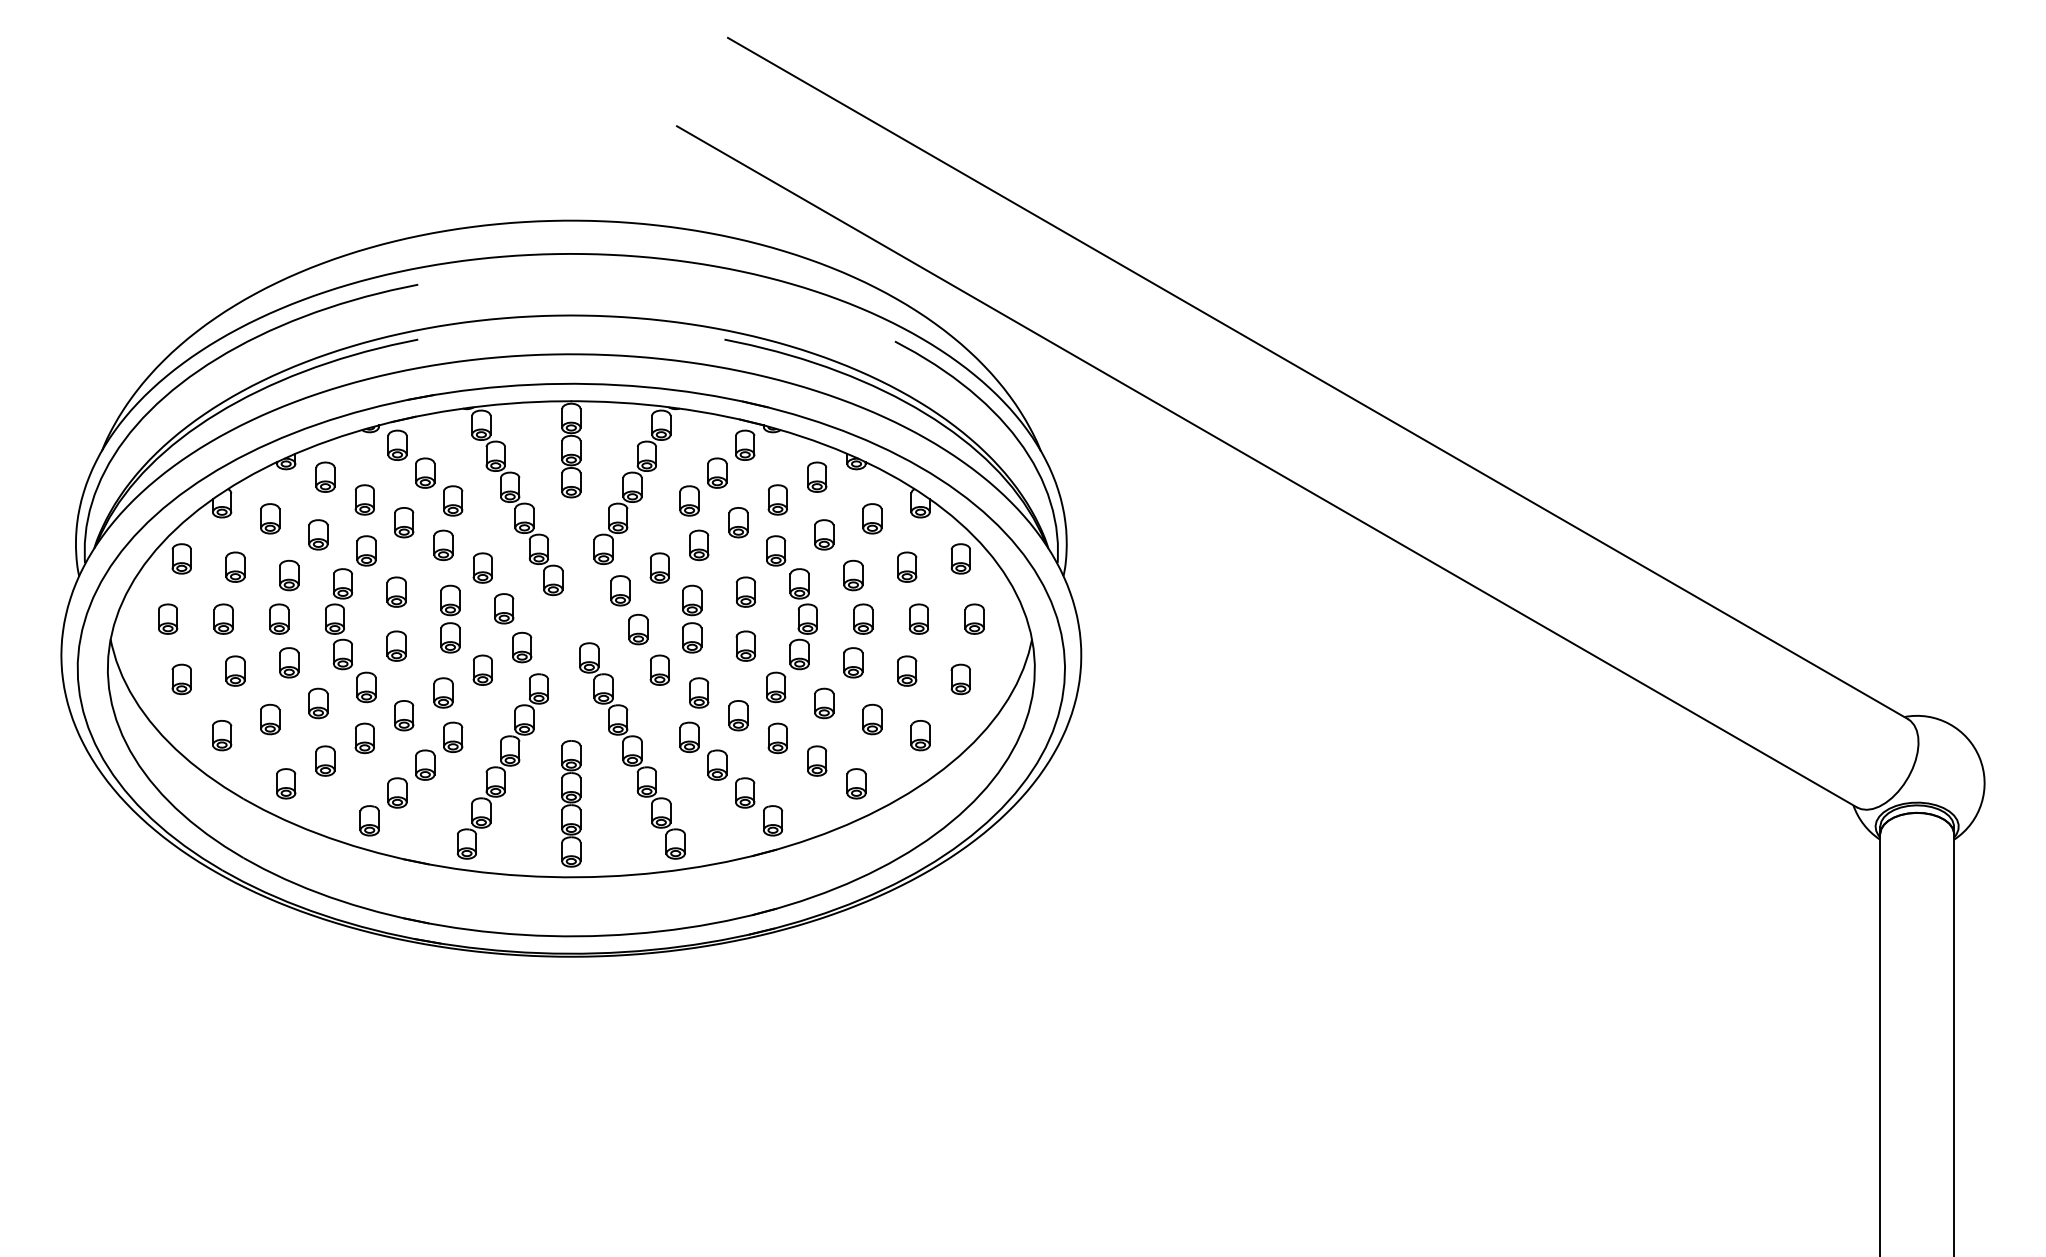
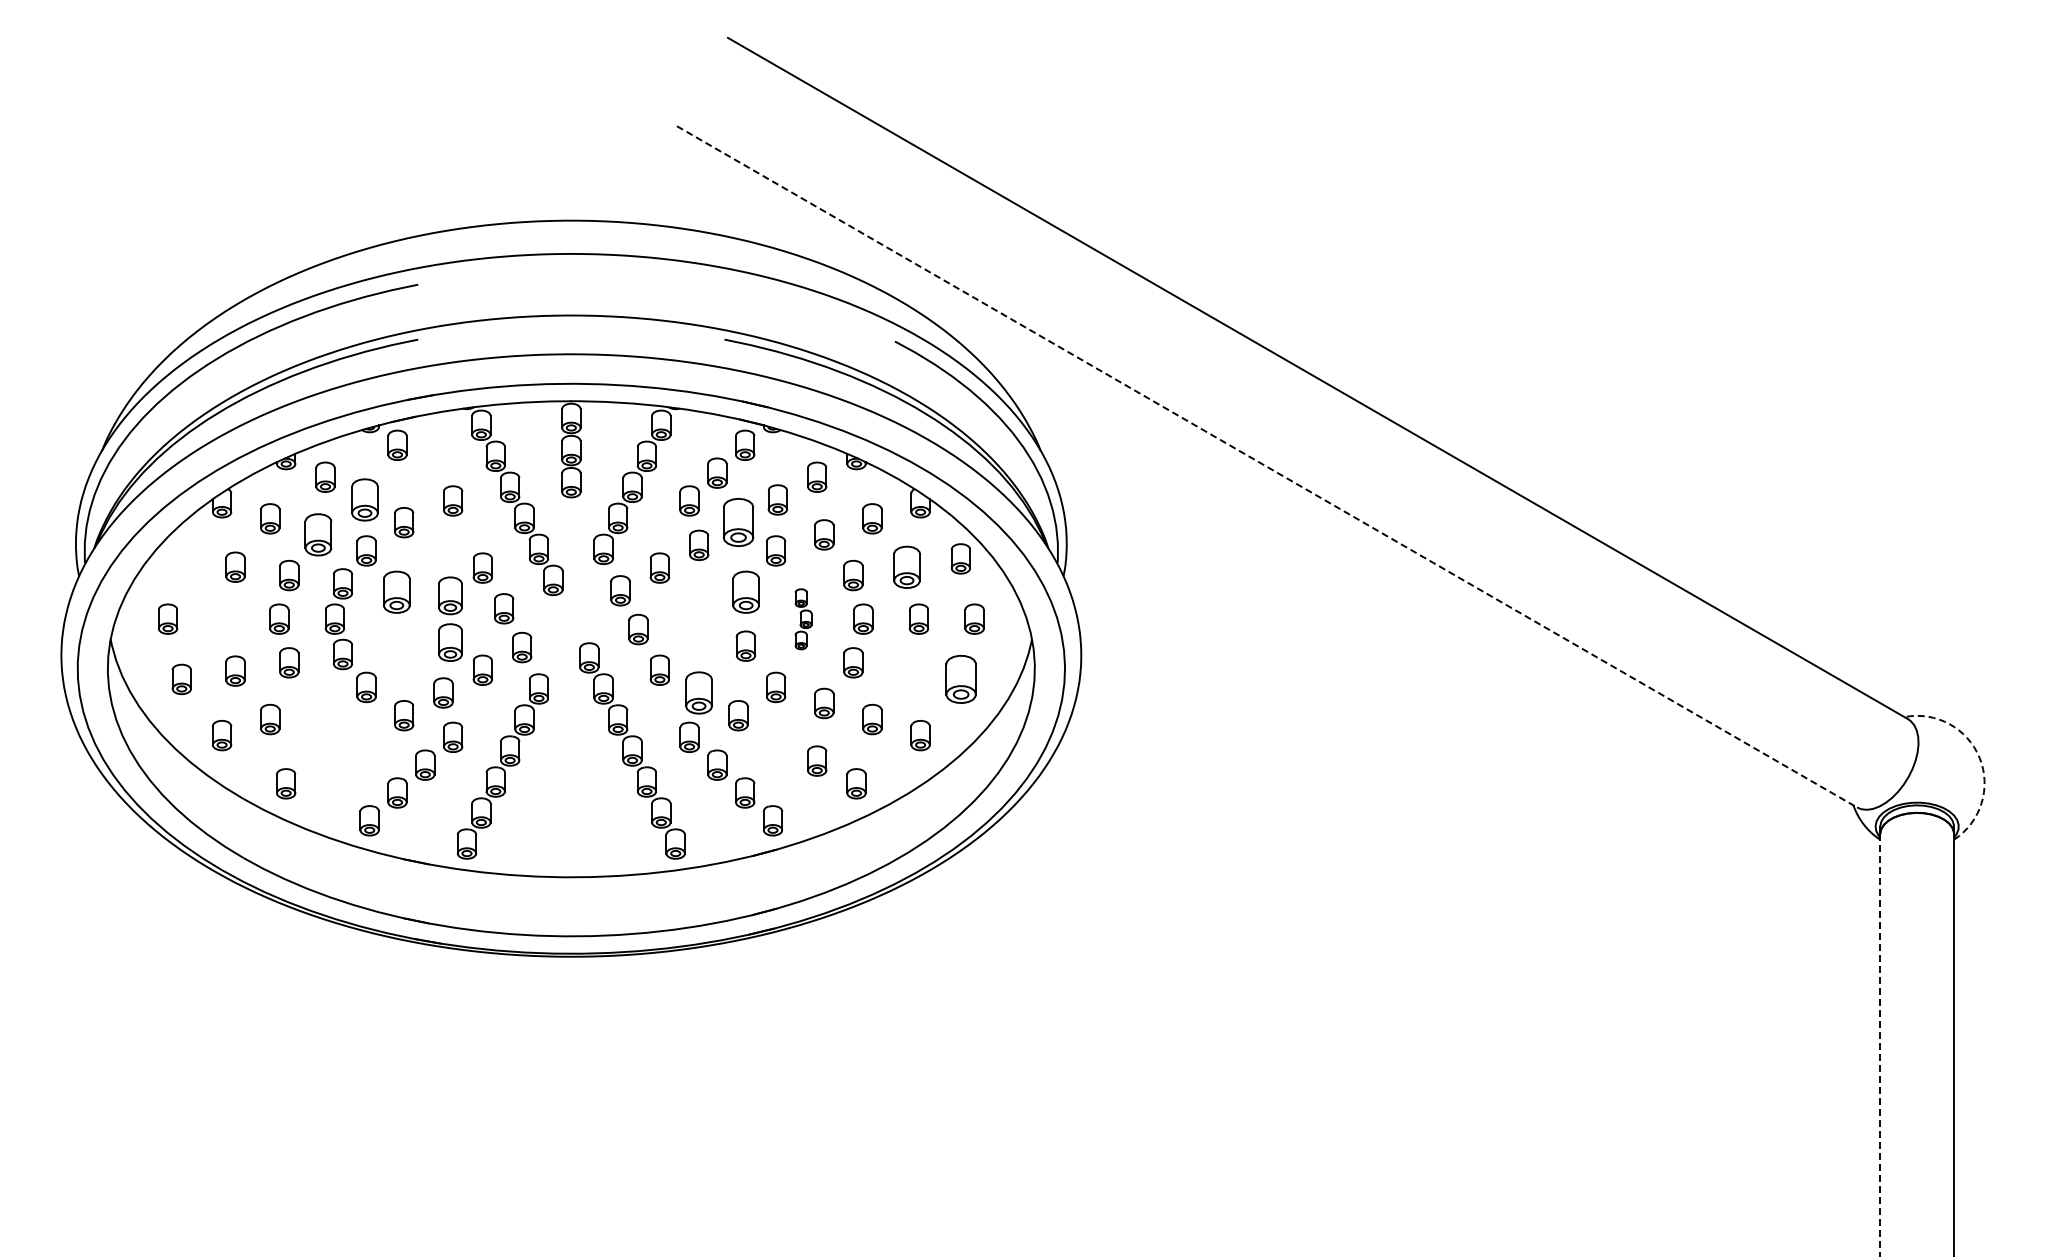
line at (1267, 467): solid -> dashed
part at (425, 472): present -> none
part at (364, 499) size: 21x32 px -> 28x44 px
part at (738, 522) size: 21x32 px -> 33x51 px
part at (318, 534) size: 21x32 px -> 29x44 px
part at (443, 545): present -> none
part at (181, 558): present -> none
part at (907, 566) size: 21x32 px -> 28x44 px
part at (396, 591) size: 21x32 px -> 28x44 px
part at (745, 591) size: 21x32 px -> 28x44 px
part at (223, 618): present -> none
part at (450, 618) size: 21x70 px -> 25x86 px
part at (692, 618): present -> none
part at (803, 619) size: 29x103 px -> 19x63 px
part at (396, 645): present -> none
part at (907, 670): present -> none
part at (960, 679) size: 21x33 px -> 32x50 px
part at (699, 692) size: 21x32 px -> 28x44 px
part at (318, 703): present -> none
part at (364, 738): present -> none
part at (777, 738): present -> none
arc at (1979, 757): solid -> dashed
part at (325, 760): present -> none
part at (571, 803): present -> none
line at (1880, 1045): solid -> dashed
